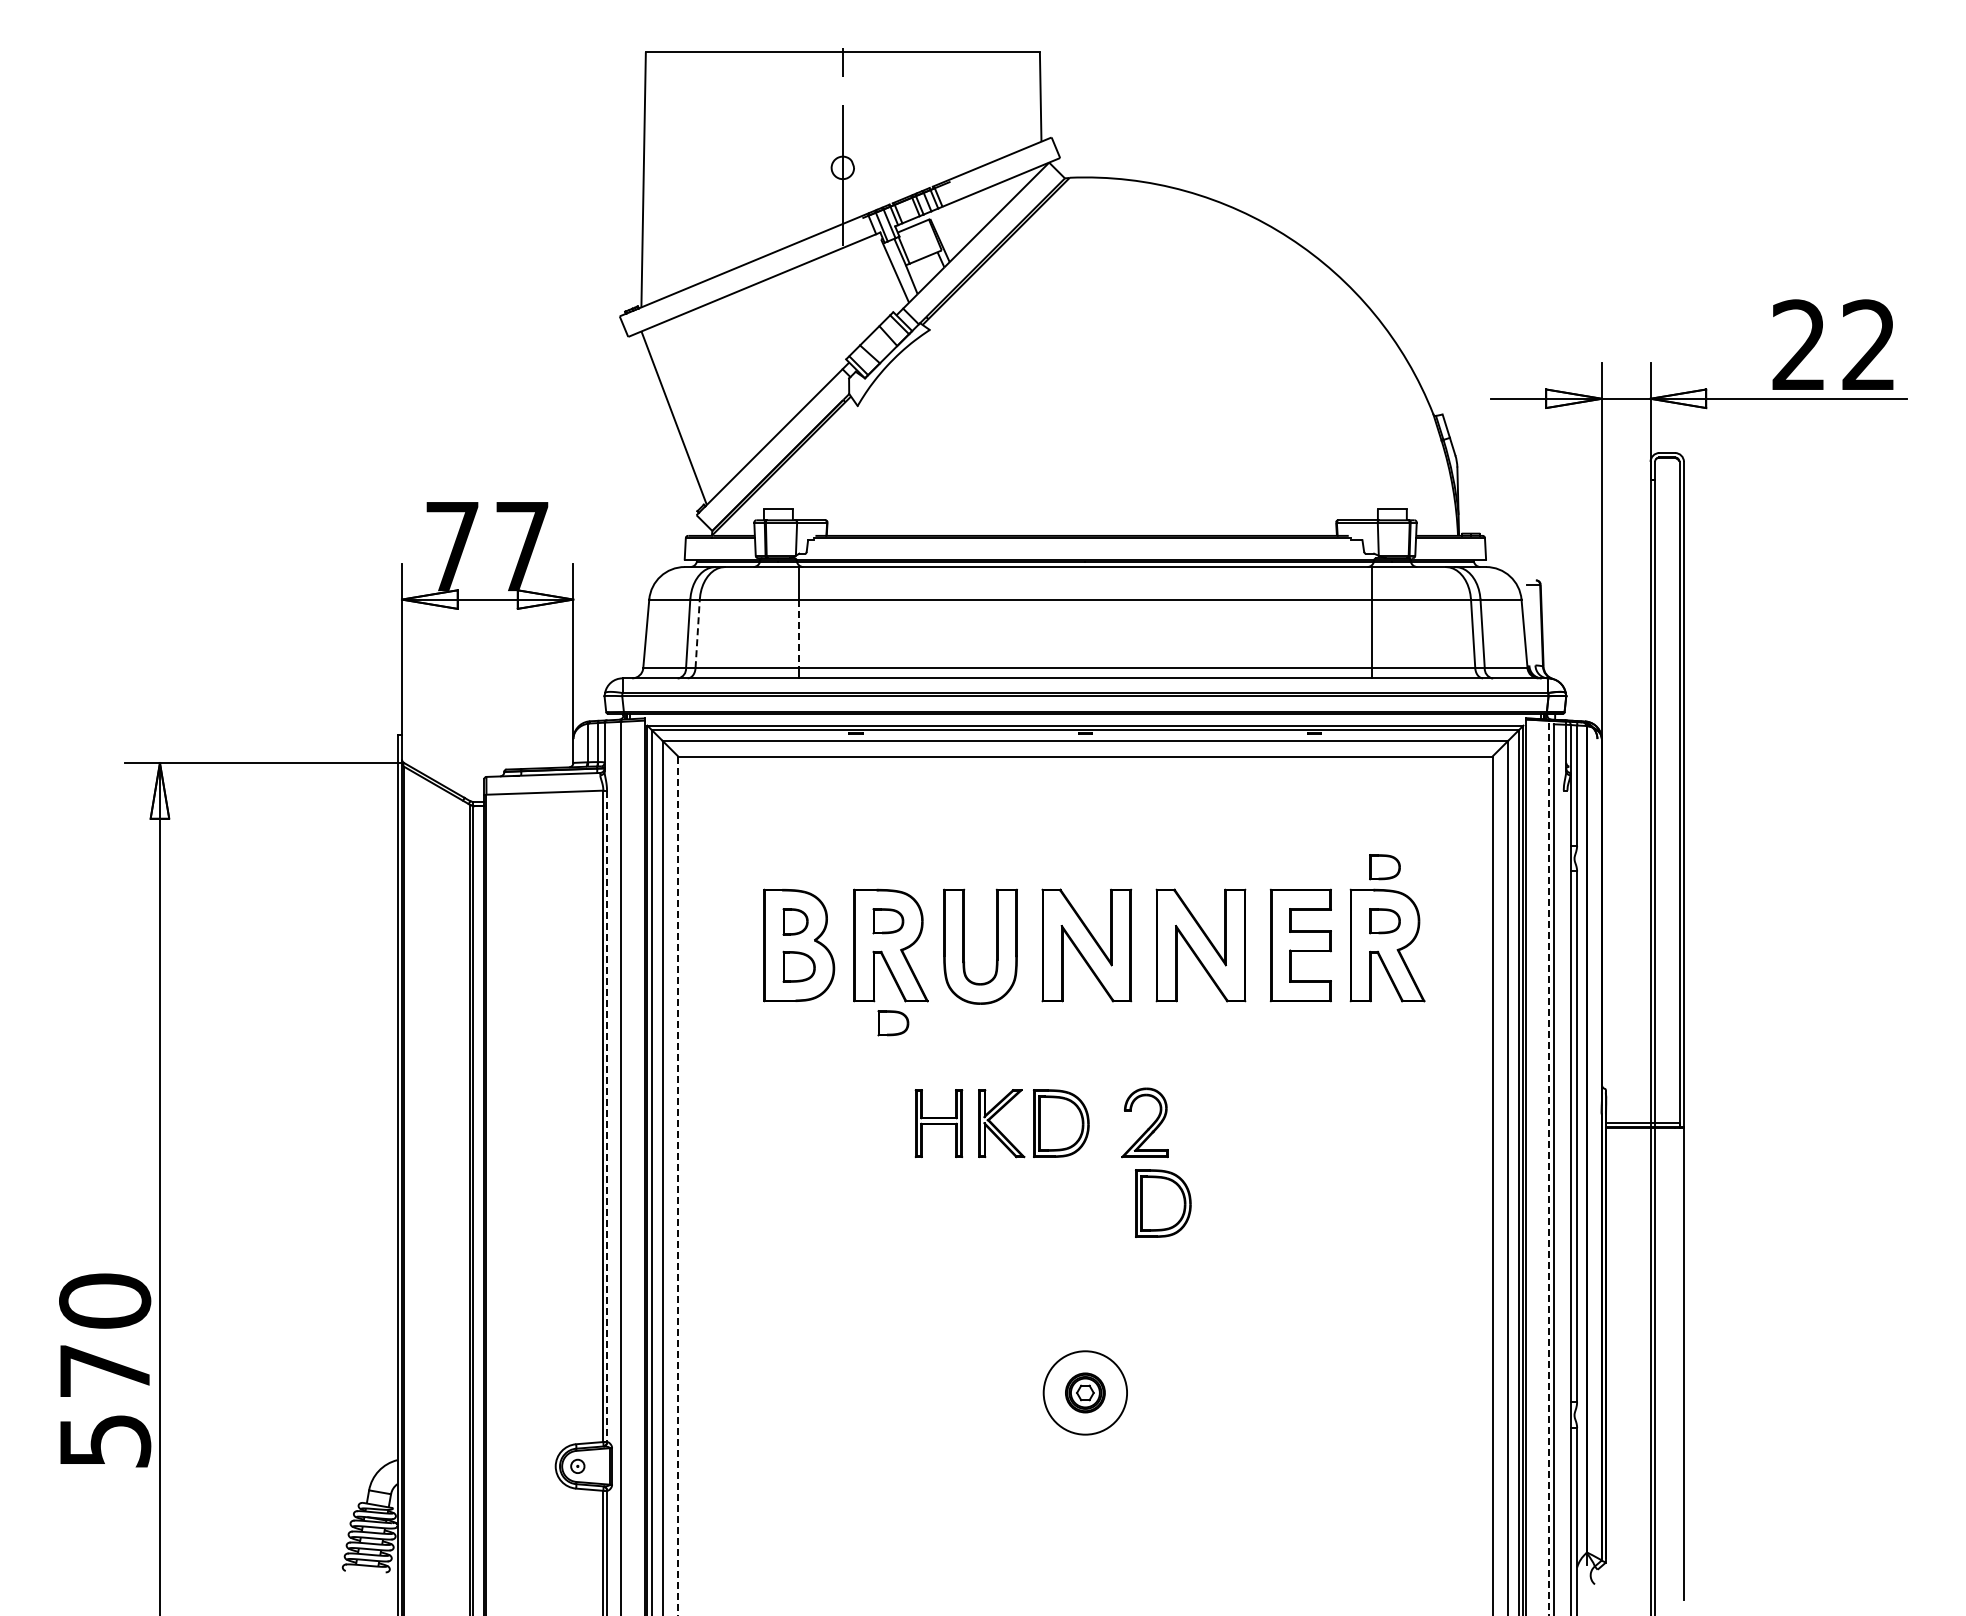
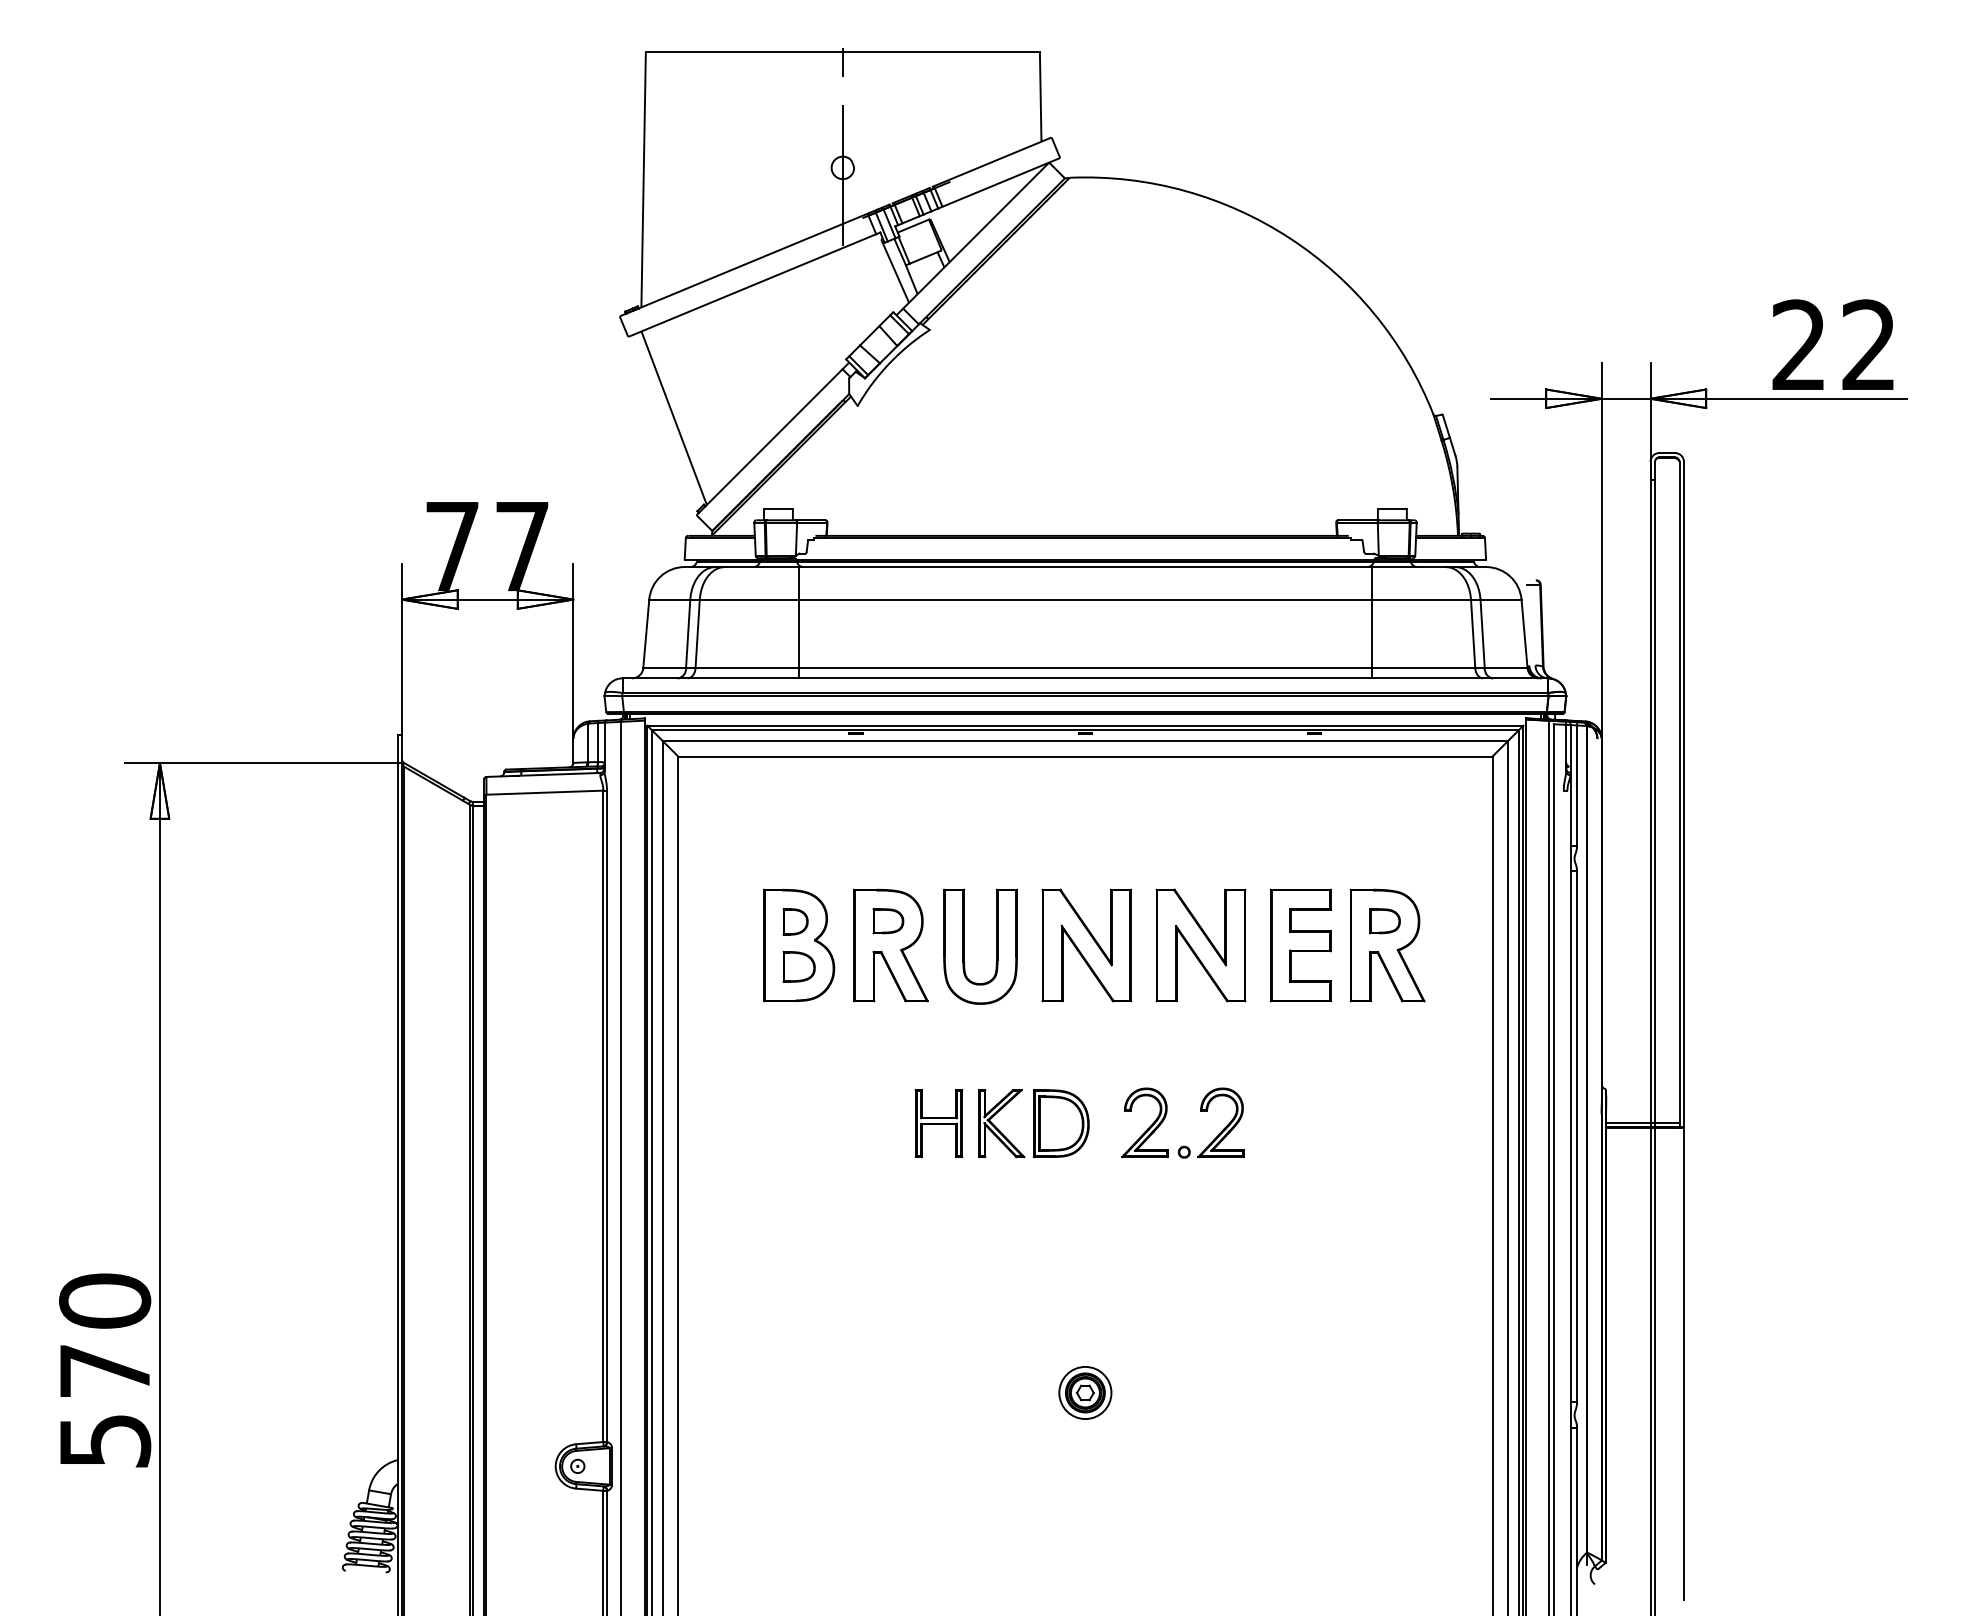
line at (697, 633): dashed -> solid
line at (798, 634): dashed -> solid
part at (1384, 867): present -> none
part at (893, 1023): present -> none
part at (1207, 1111): none -> present
line at (607, 1116): dashed -> solid
line at (1549, 1167): dashed -> solid
line at (678, 1186): dashed -> solid
part at (1163, 1203): present -> none
circle at (1085, 1392) diameter: 83 px -> 52 px
